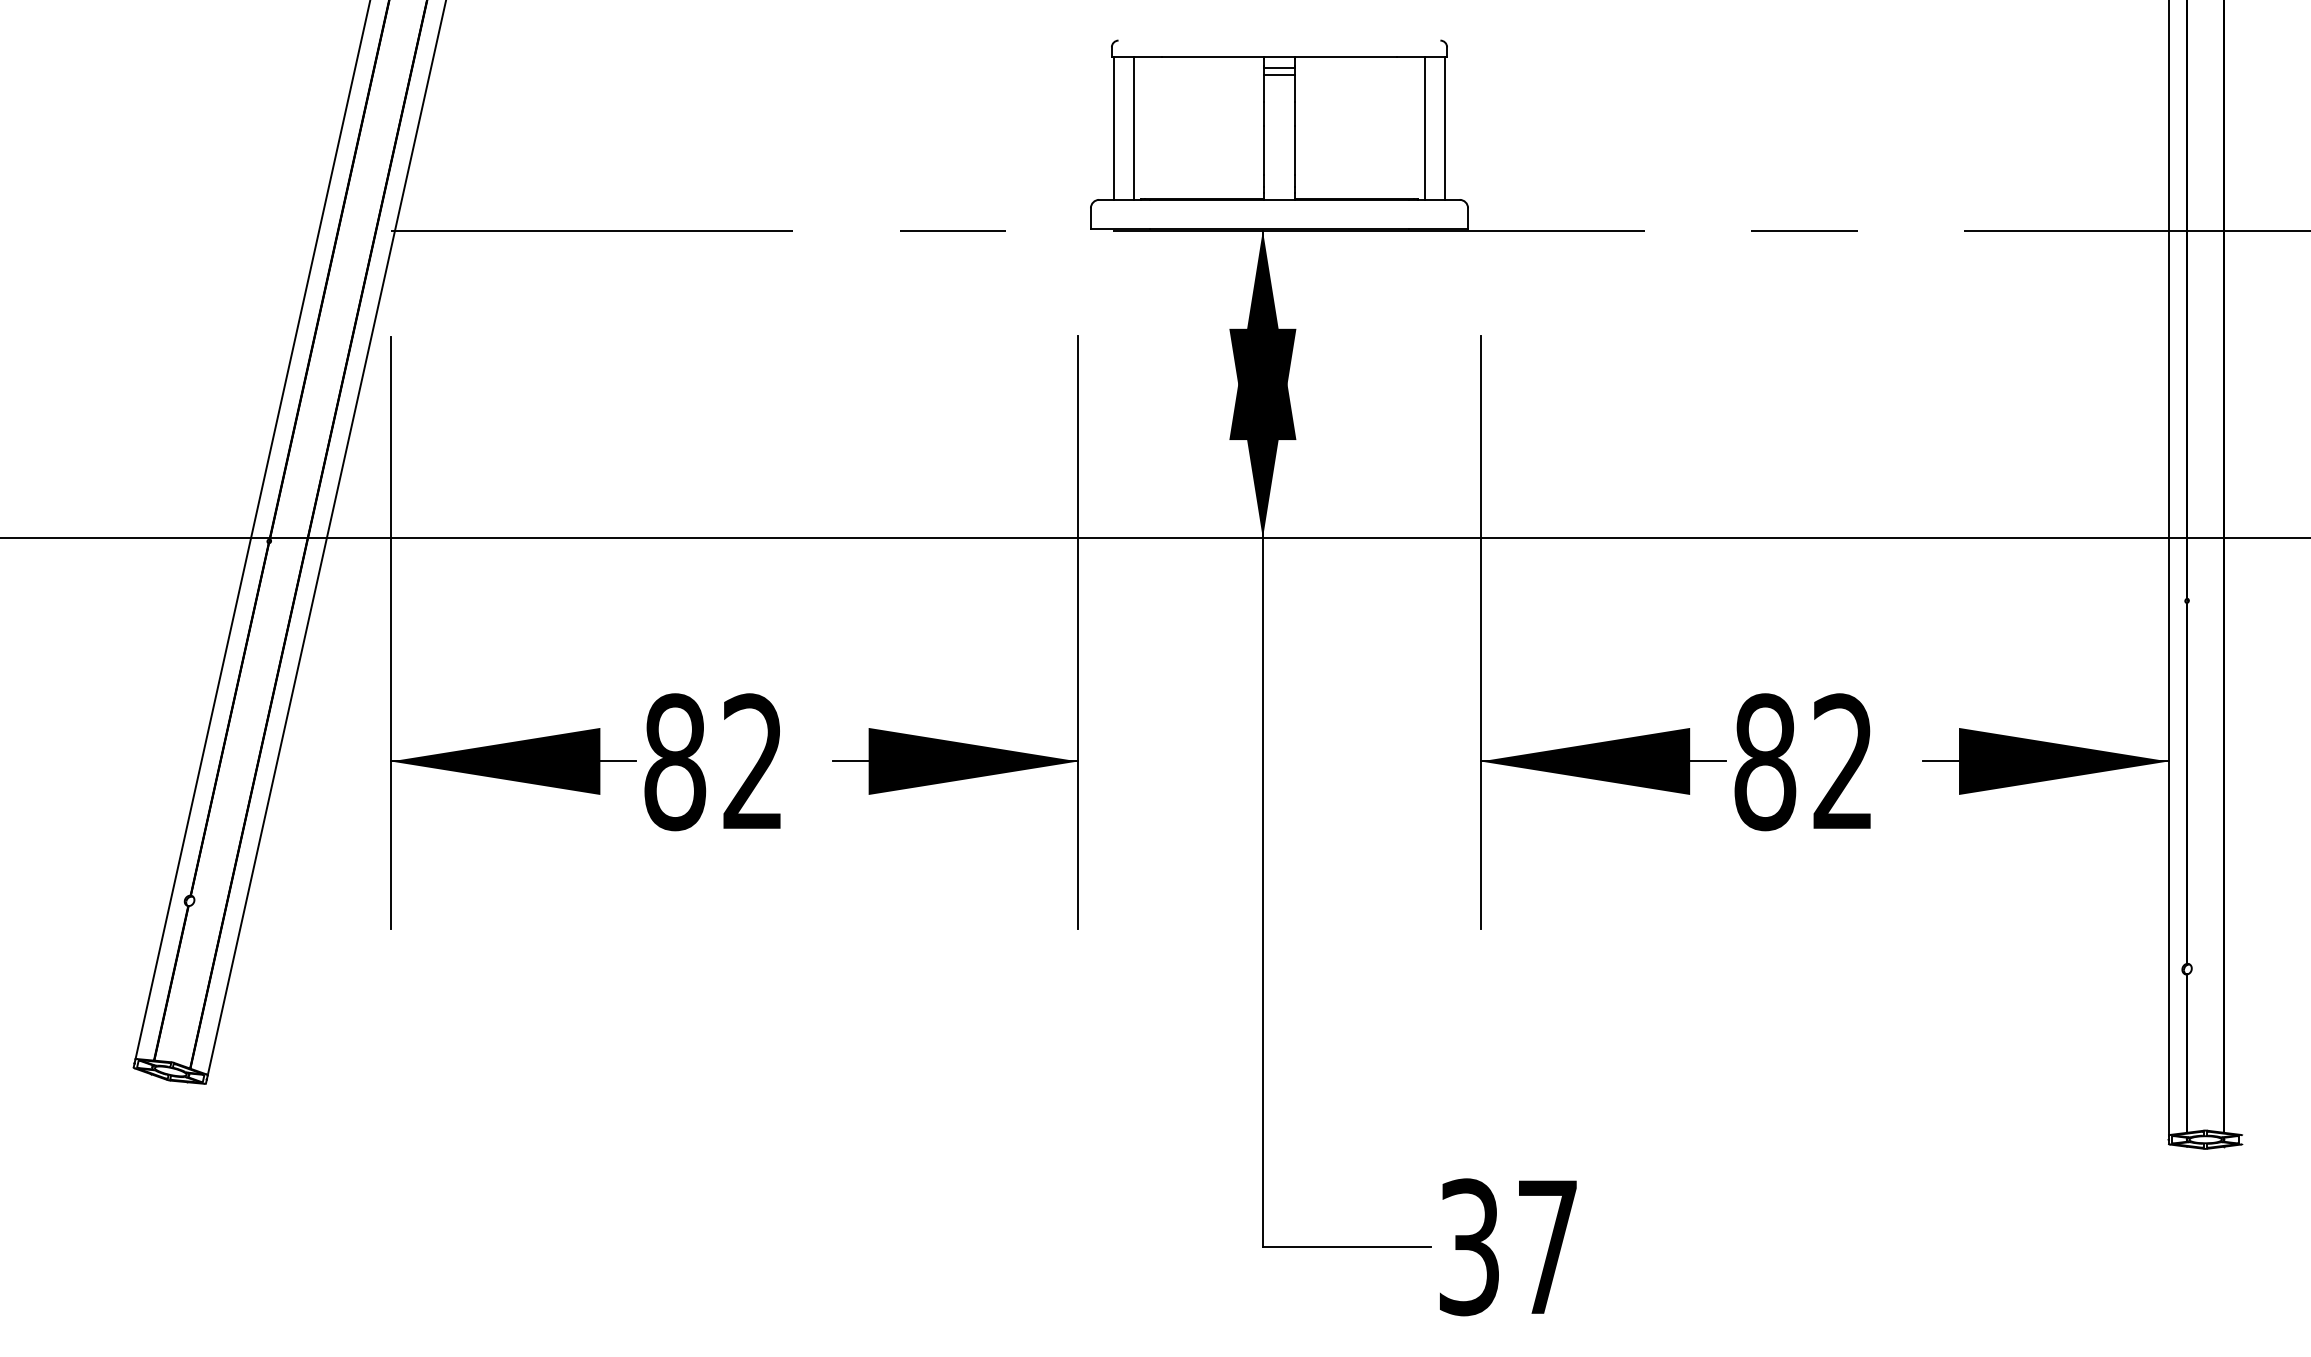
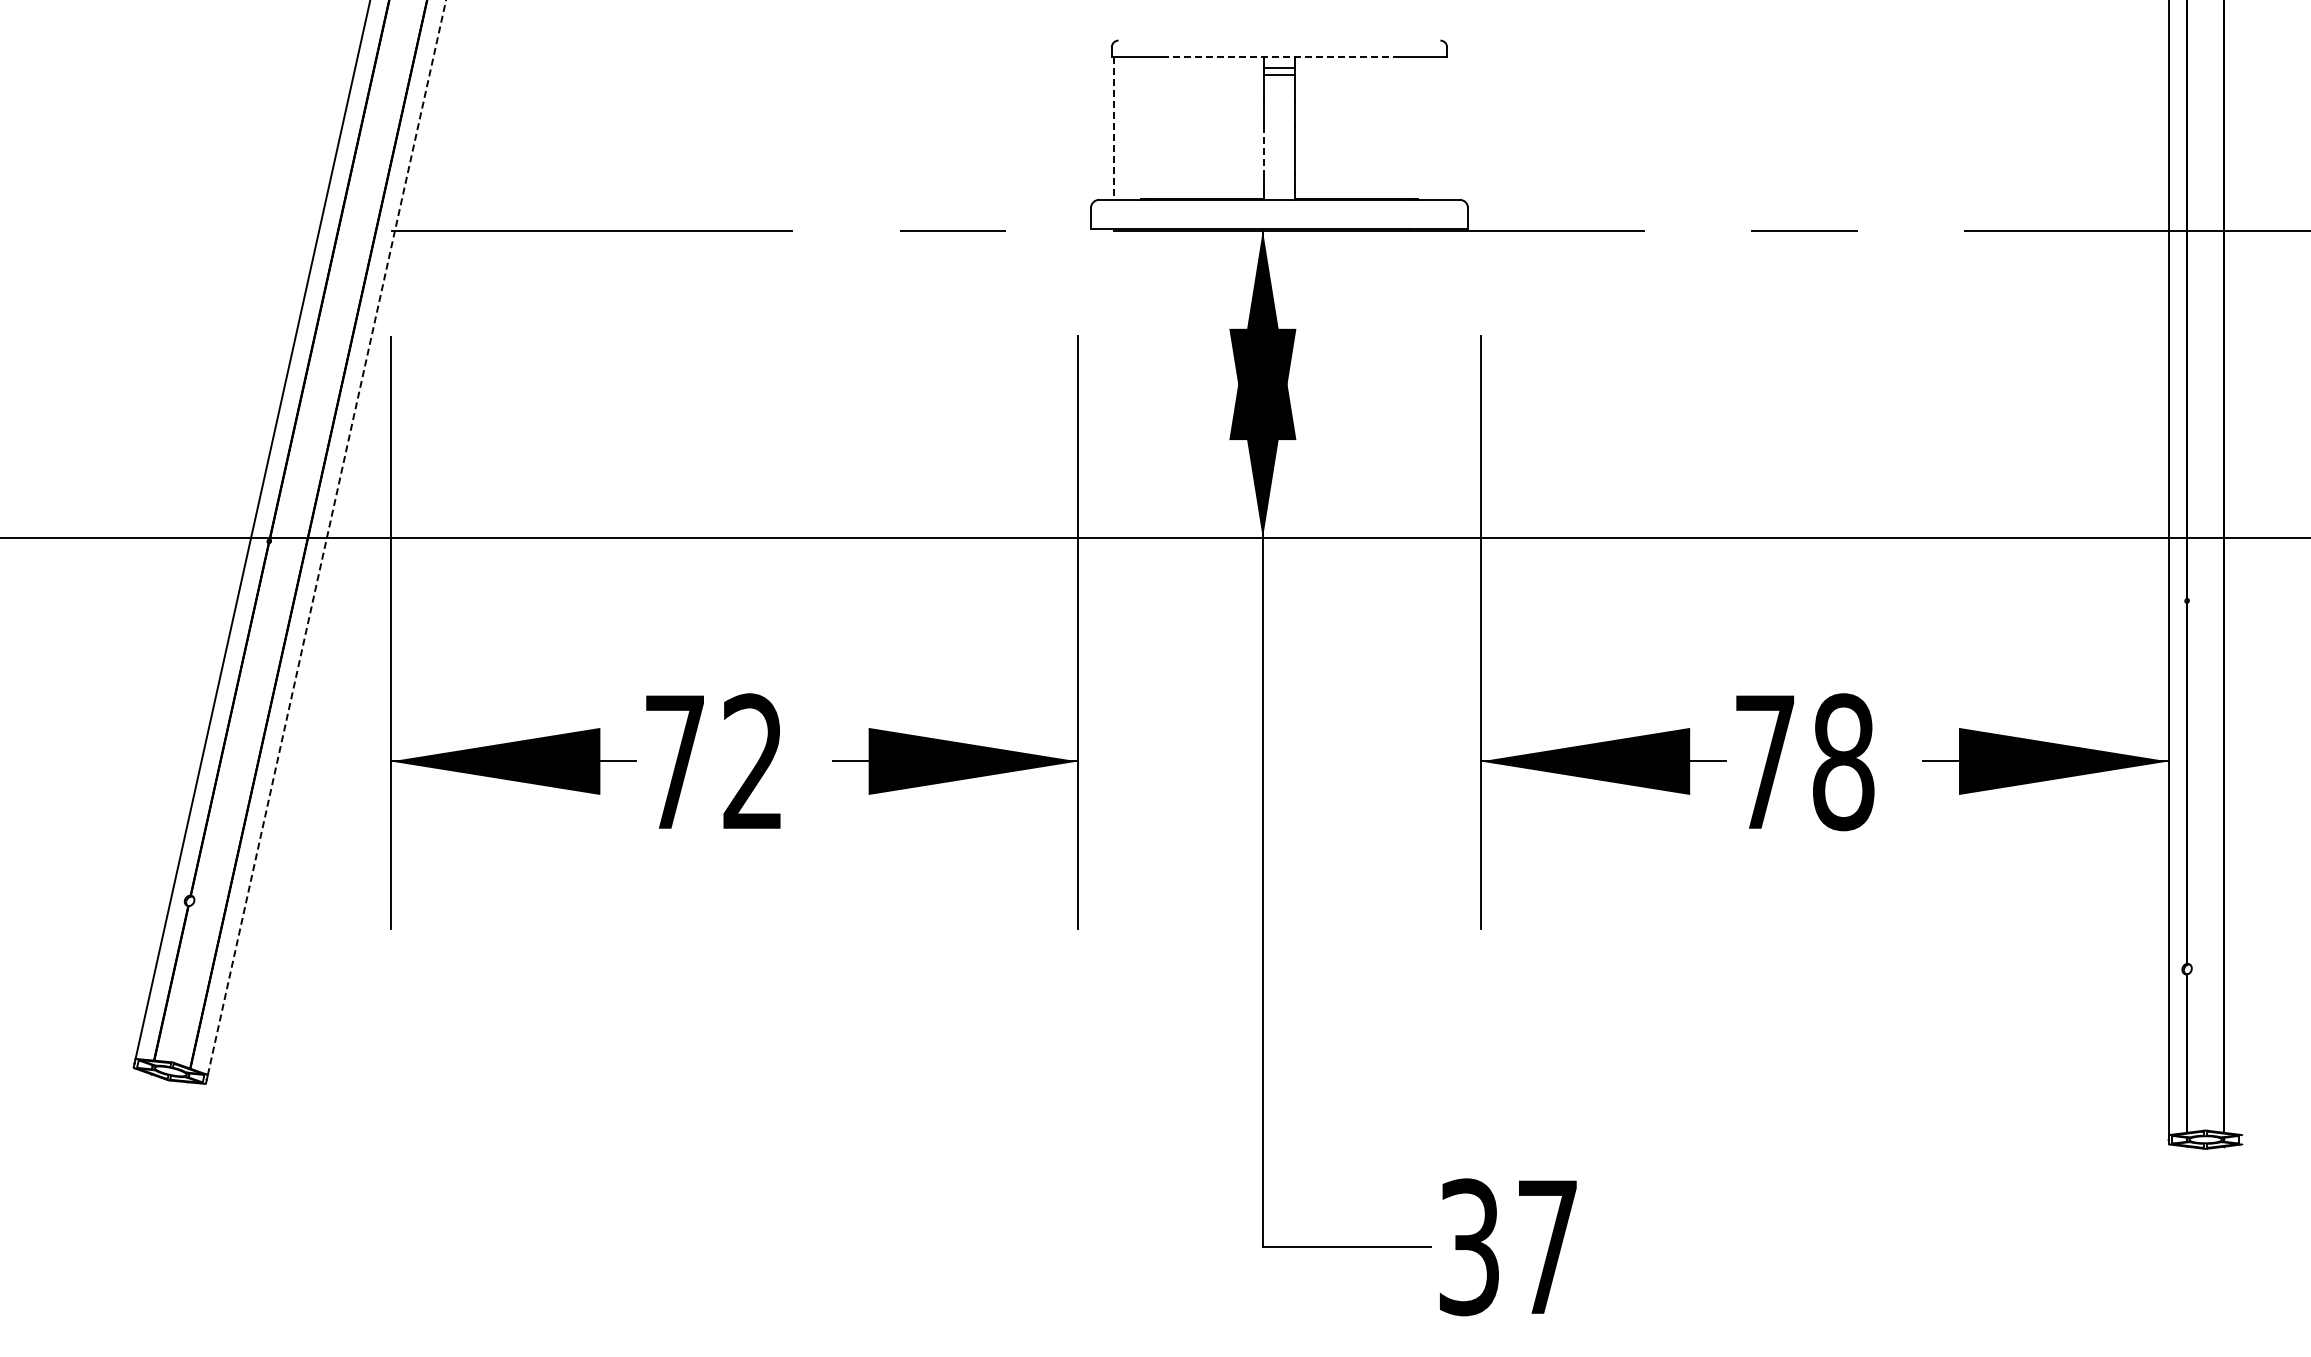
line at (1279, 57): solid -> dashed
line at (1134, 128): present -> none
line at (1424, 128): present -> none
line at (1444, 128): present -> none
line at (1114, 129): solid -> dashed
line at (1263, 150): solid -> dashed
line at (326, 538): solid -> dashed
text at (675, 762): 82 -> 72
text at (1804, 762): 82 -> 78
